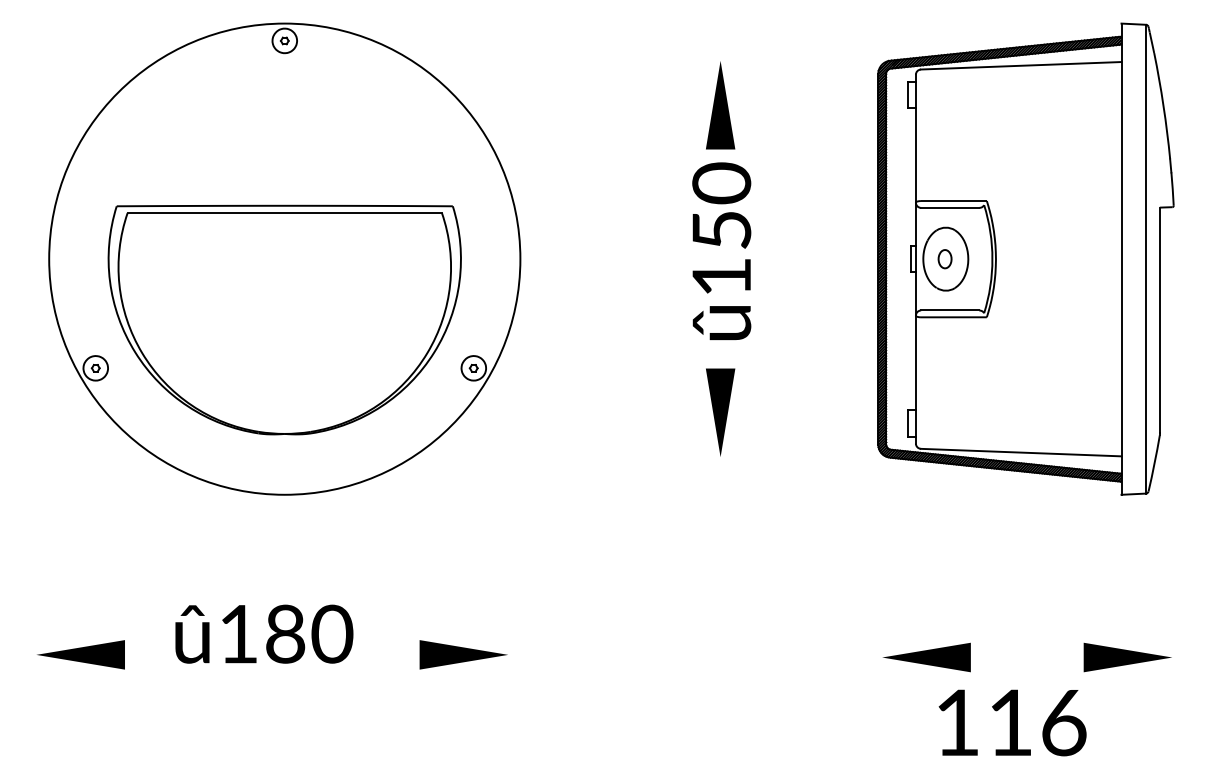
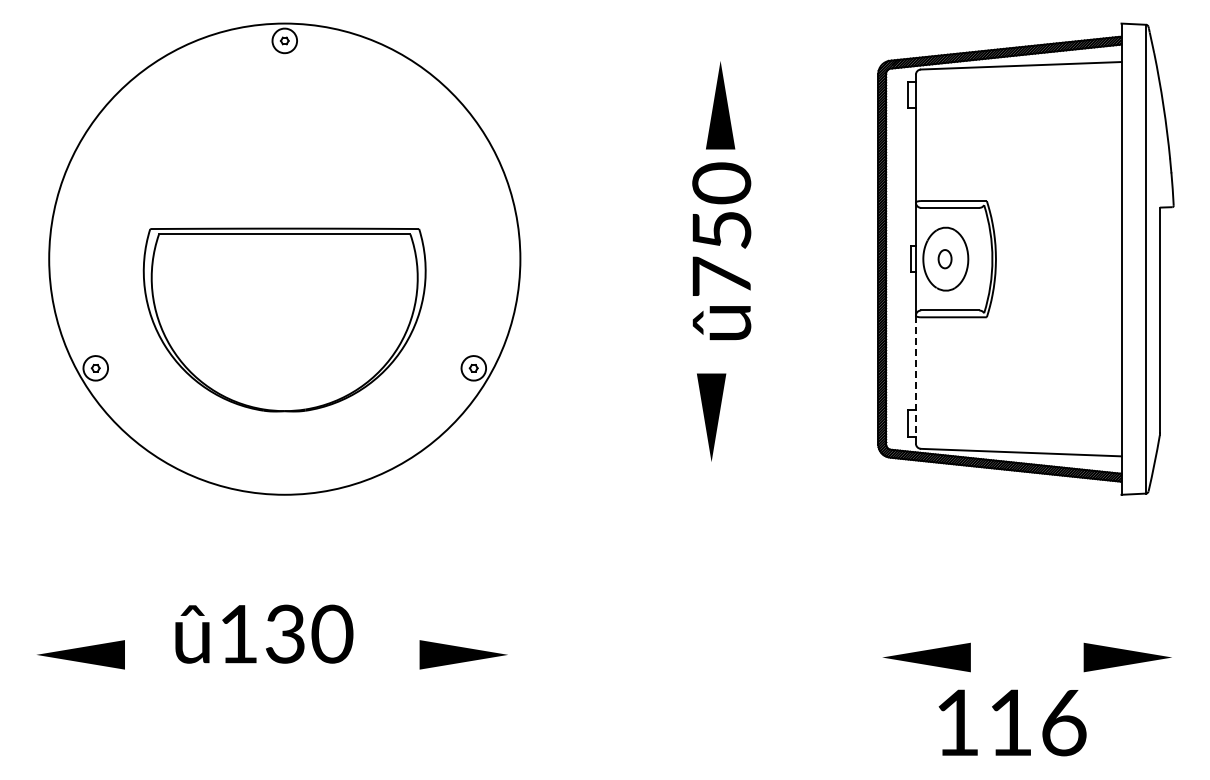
text at (721, 275): û150 -> û750
part at (284, 319) size: 355x232 px -> 285x186 px
line at (915, 379): solid -> dashed
part at (720, 412) position: (720, 412) -> (711, 417)
text at (285, 633): 180 -> 130
